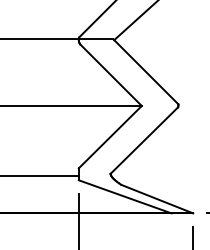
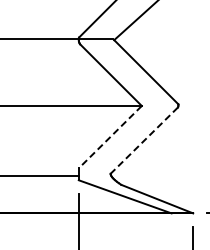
line at (109, 137): solid -> dashed
line at (143, 140): solid -> dashed
